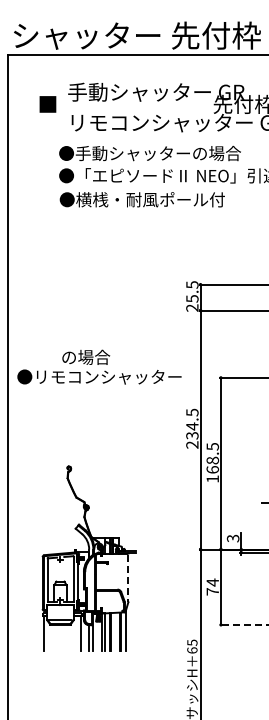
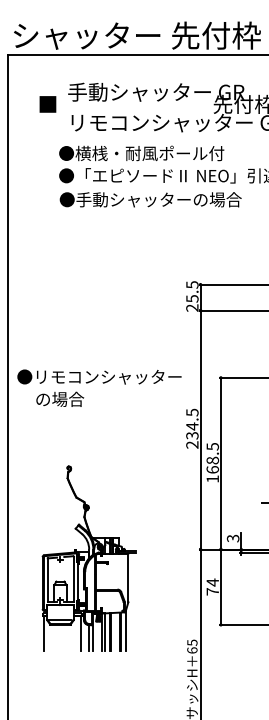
text at (157, 153): ●手動シャッターの場合 -> ●横桟・耐風ポール付
text at (158, 199): ●横桟・耐風ポール付 -> ●手動シャッターの場合
text at (86, 356) position: (86, 356) -> (60, 398)
line at (128, 578): dashed -> solid
line at (243, 624): dashed -> solid
